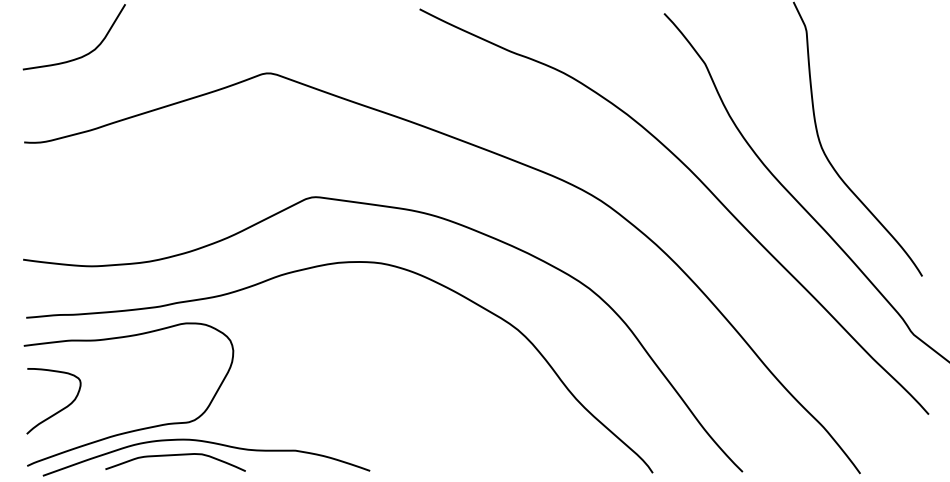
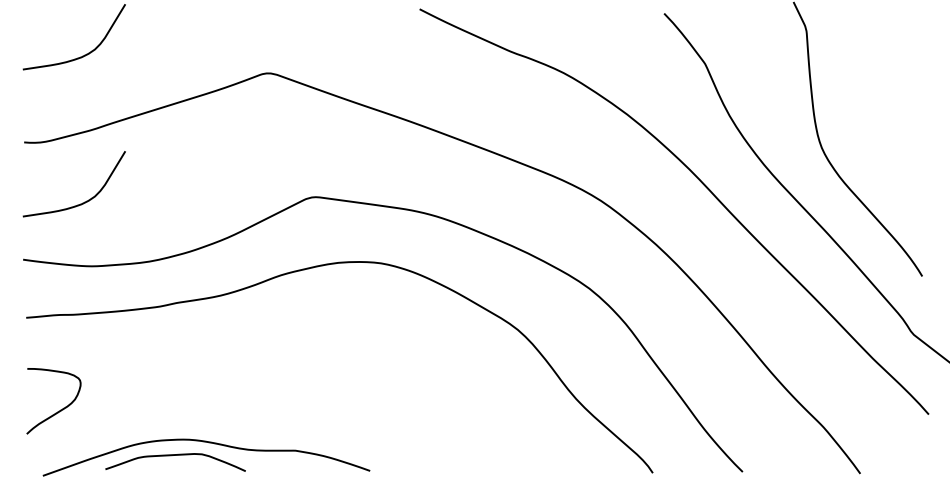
curve at (82, 202): none -> present
curve at (135, 429): present -> none
